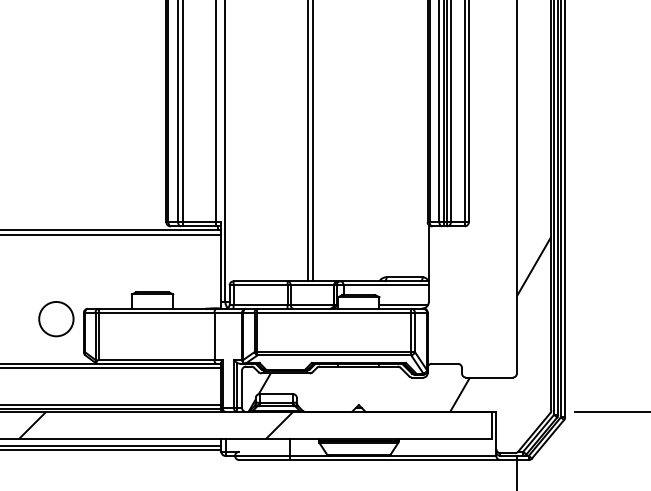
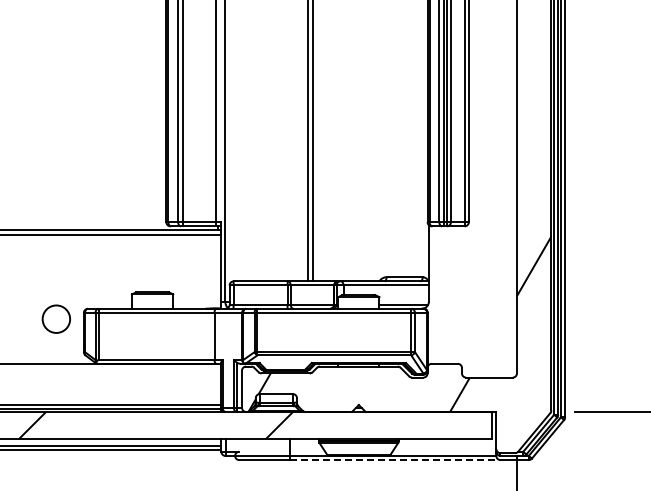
circle at (56, 319) size: 37x37 px -> 30x30 px
line at (111, 367): present -> none
line at (395, 460): solid -> dashed
